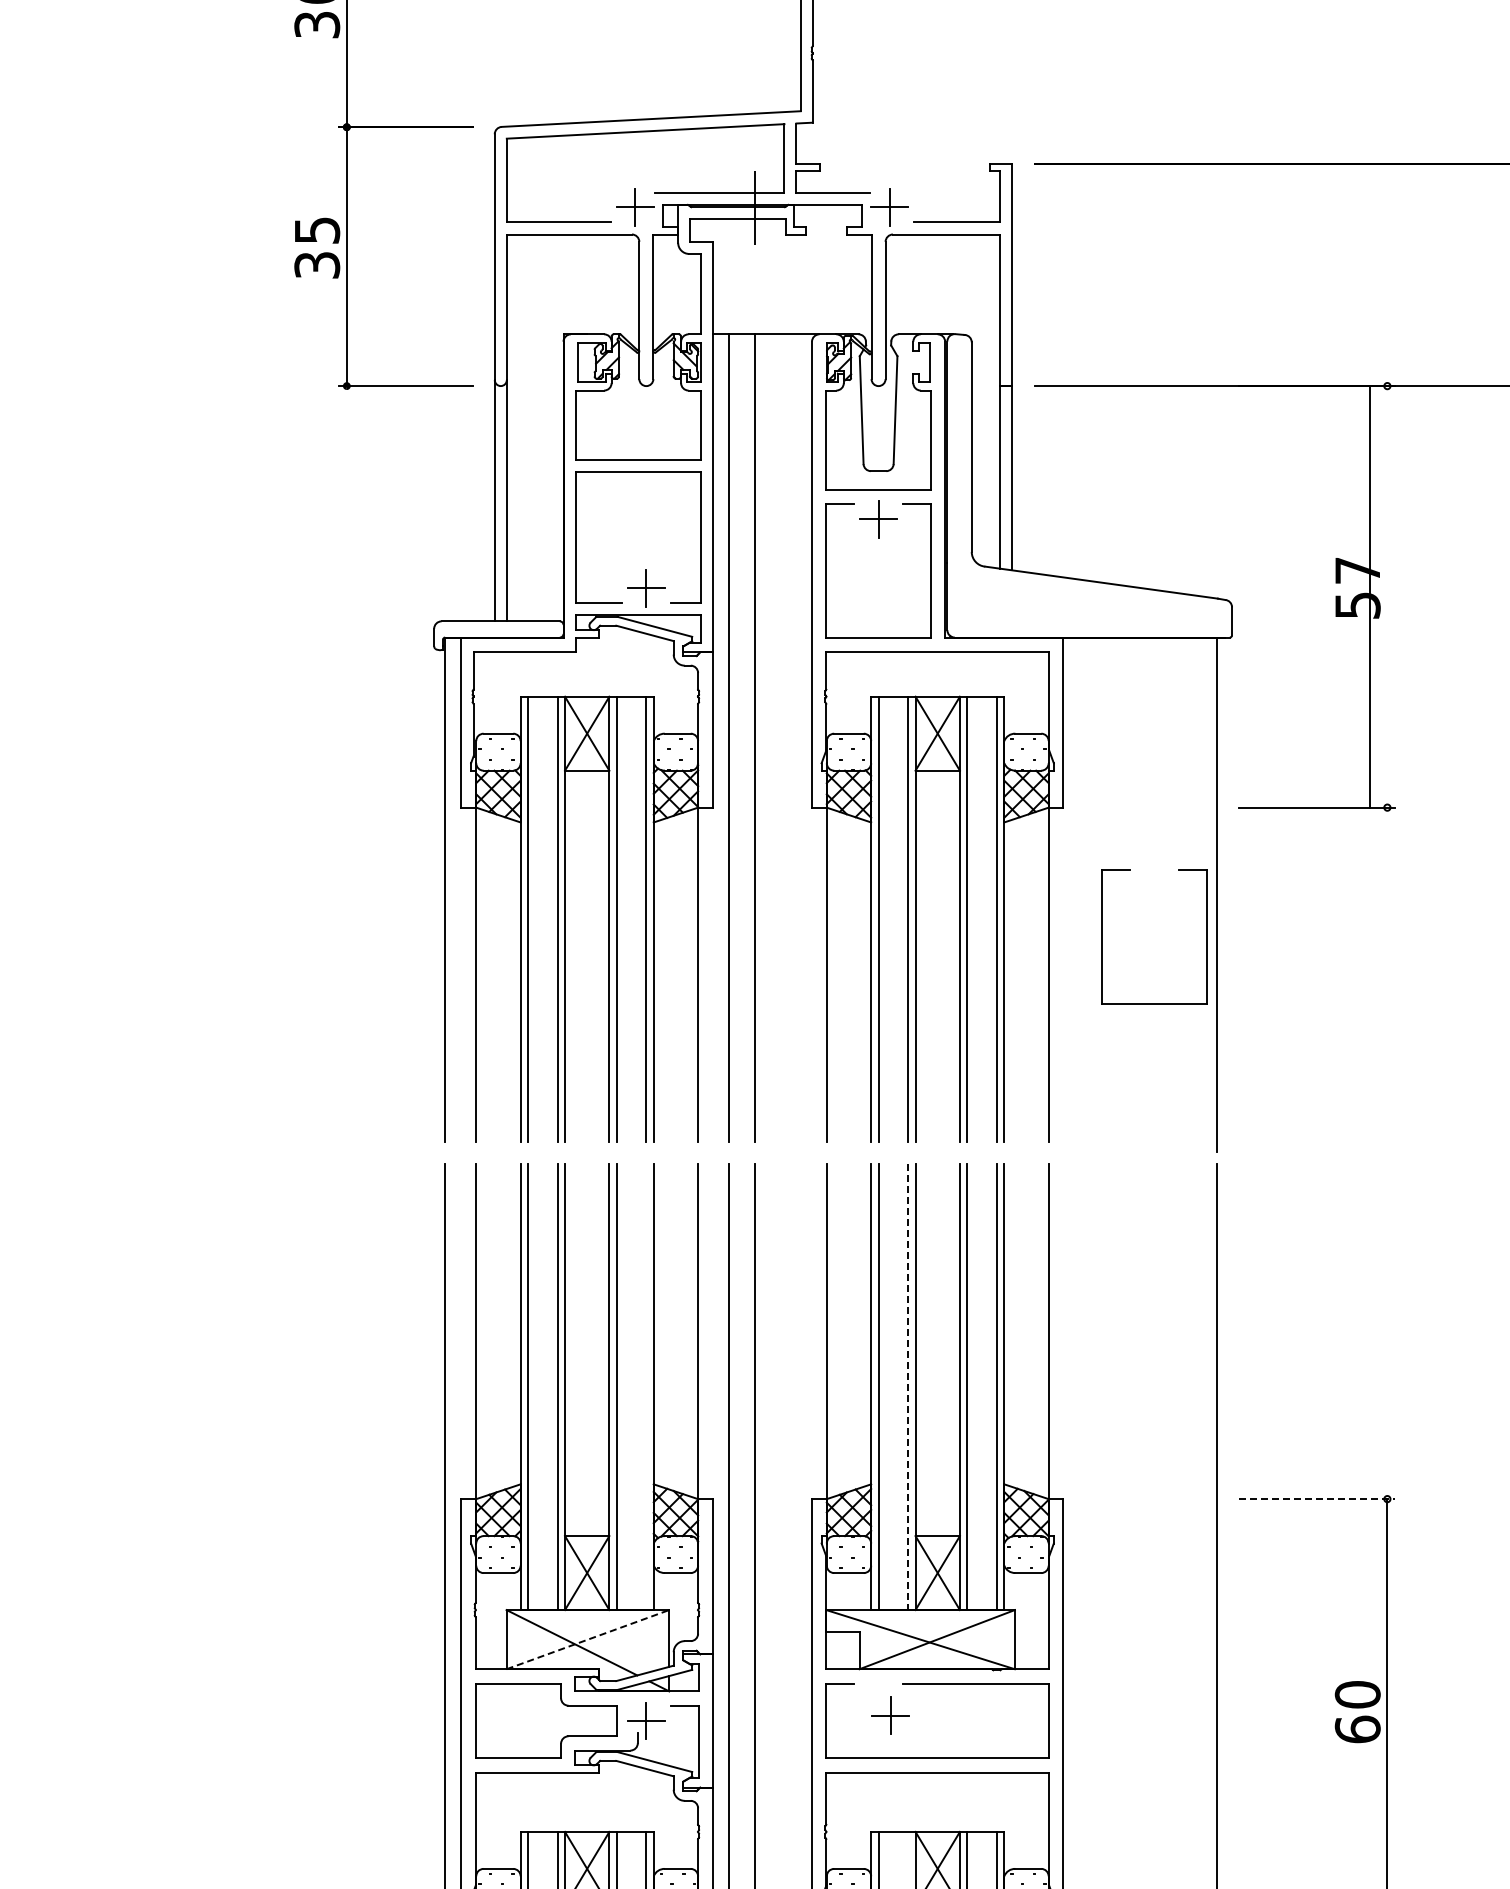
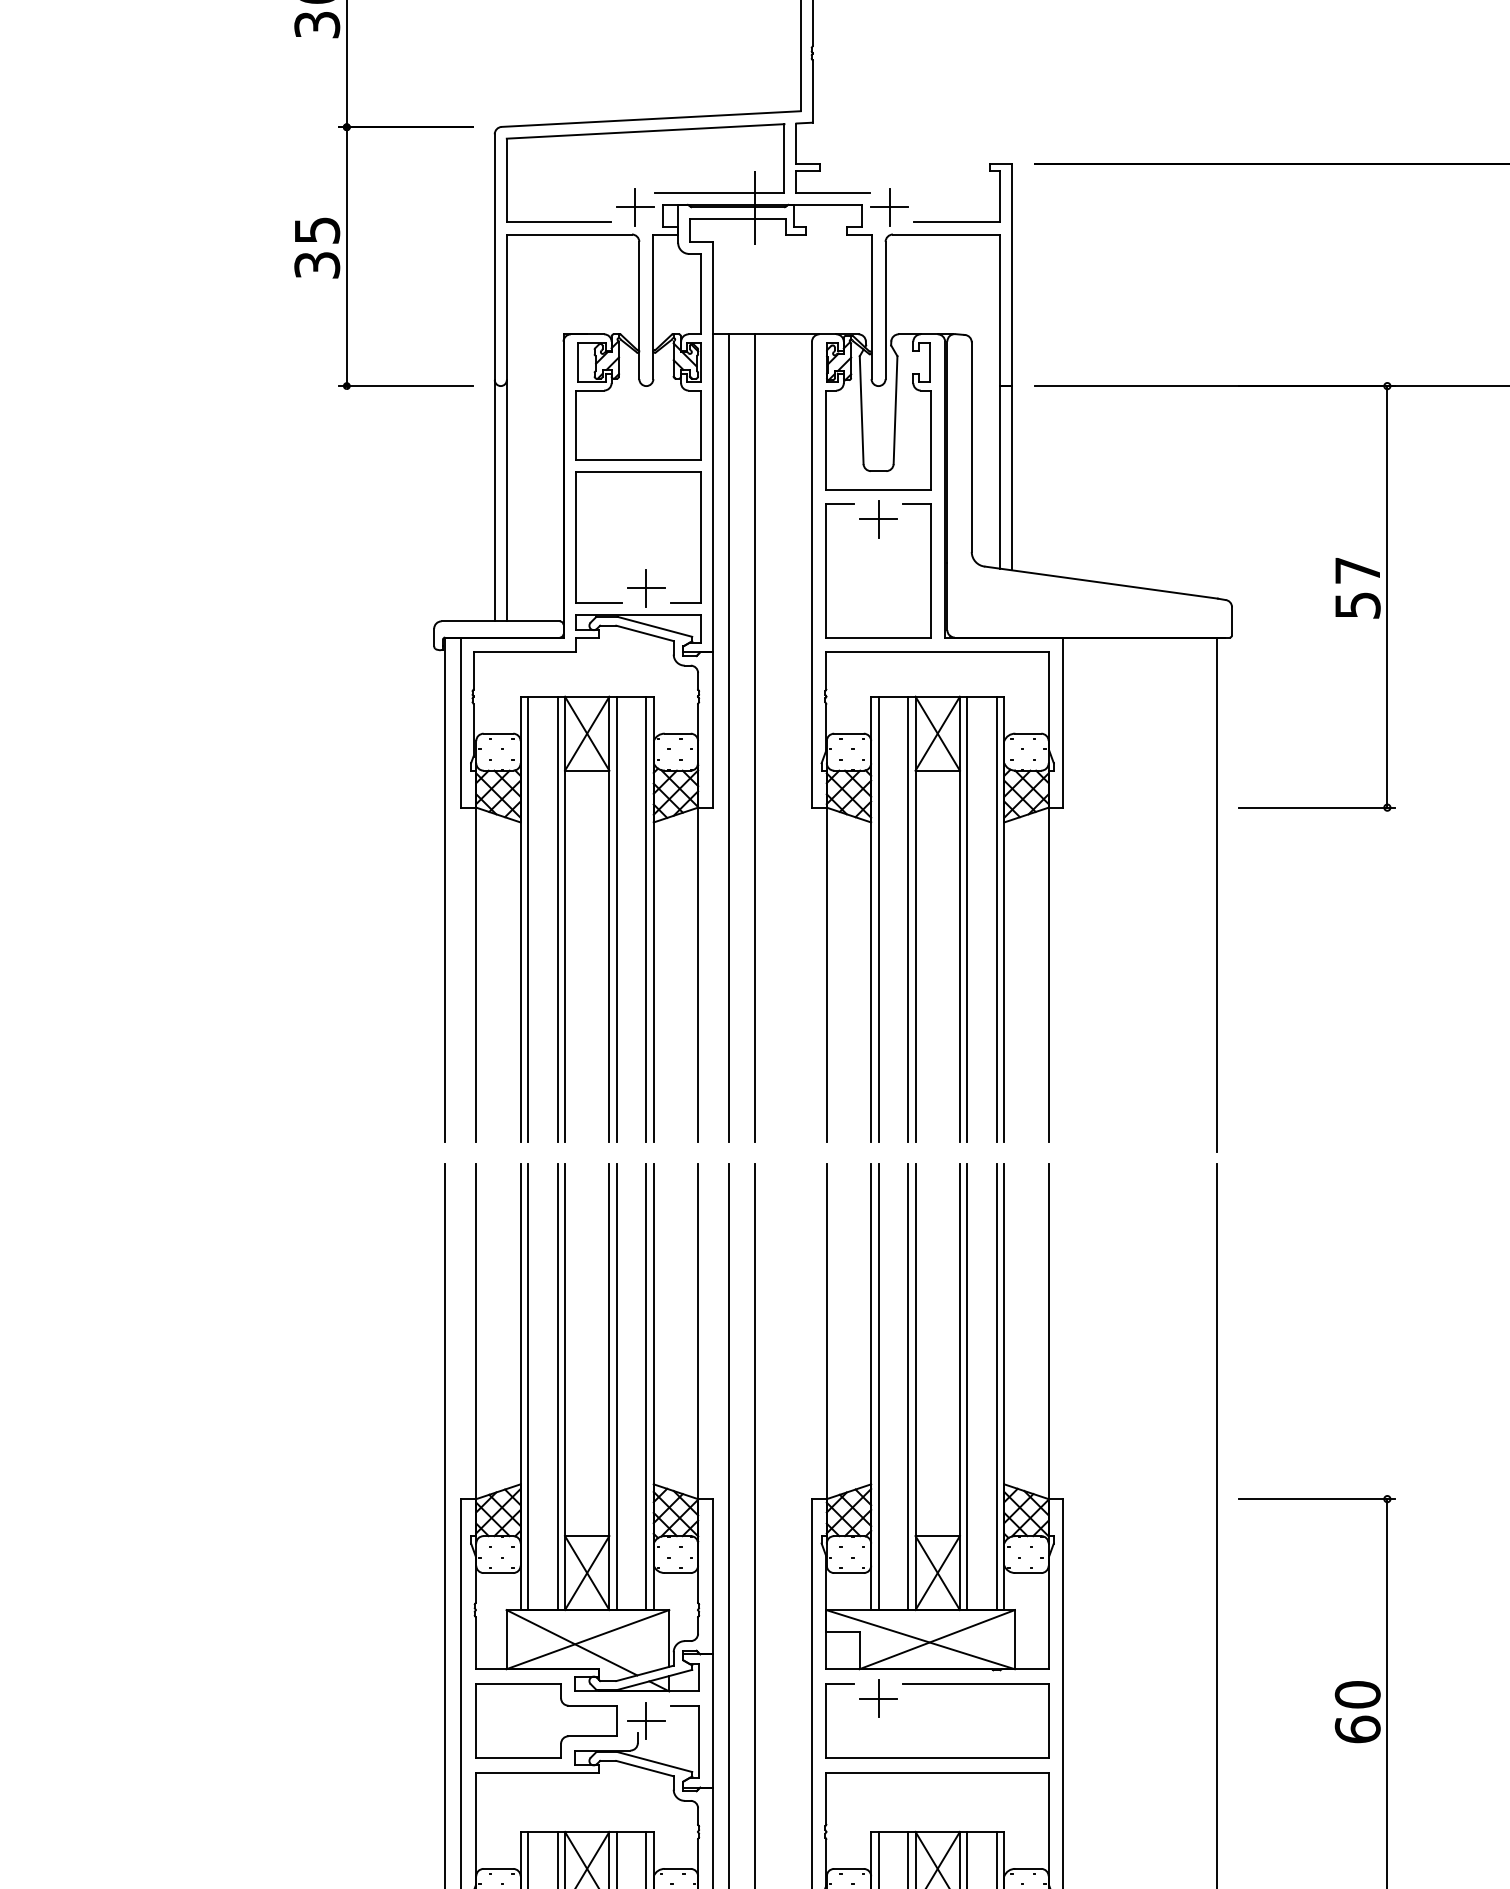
line at (1370, 596) position: (1370, 596) -> (1387, 596)
part at (1102, 936): present -> none
line at (646, 1387): none -> present
line at (908, 1387): dashed -> solid
line at (1317, 1499): dashed -> solid
line at (587, 1639): dashed -> solid
part at (890, 1715) position: (890, 1715) -> (878, 1698)
line at (908, 1857): none -> present
